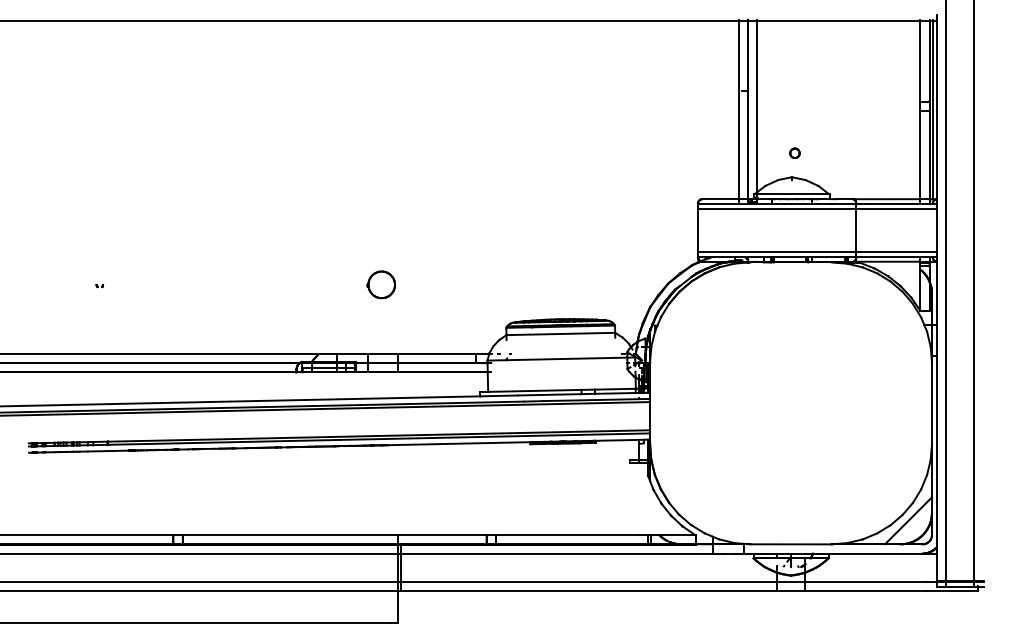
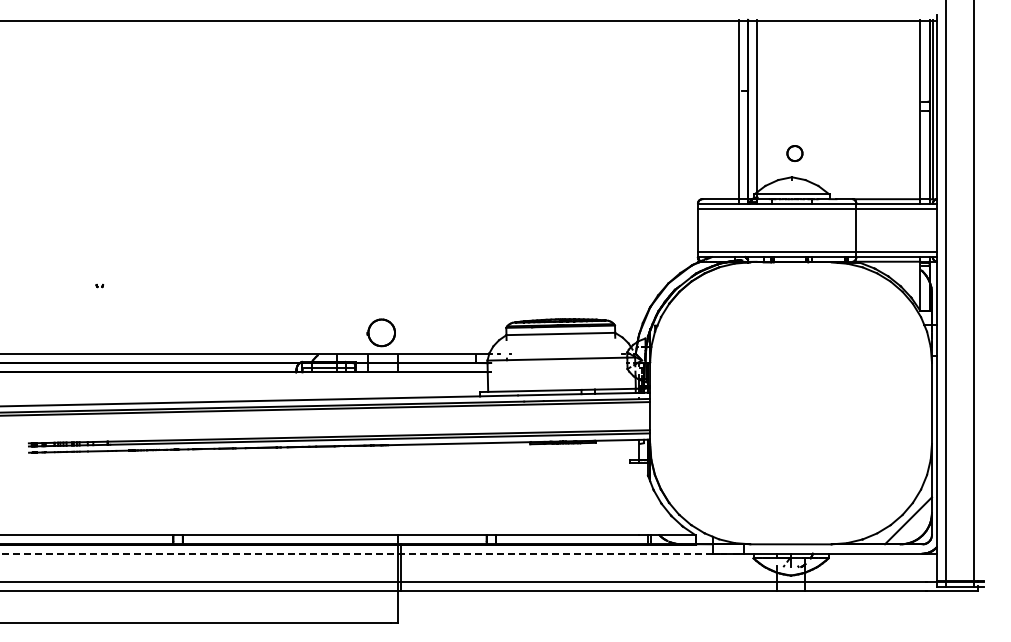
part at (794, 152) size: 12x12 px -> 18x17 px
part at (380, 284) position: (380, 284) -> (380, 332)
line at (356, 553): solid -> dashed
